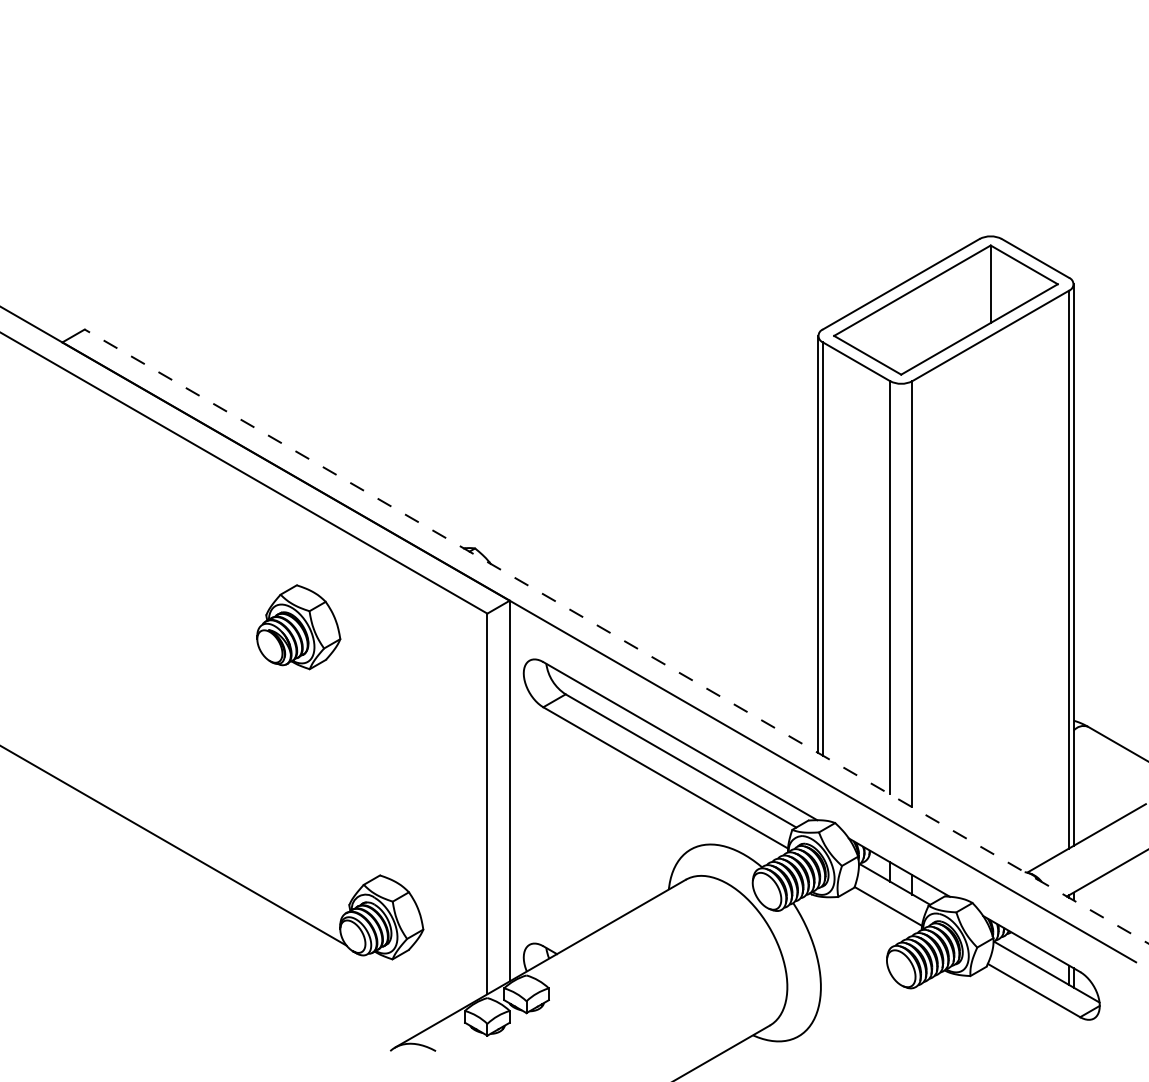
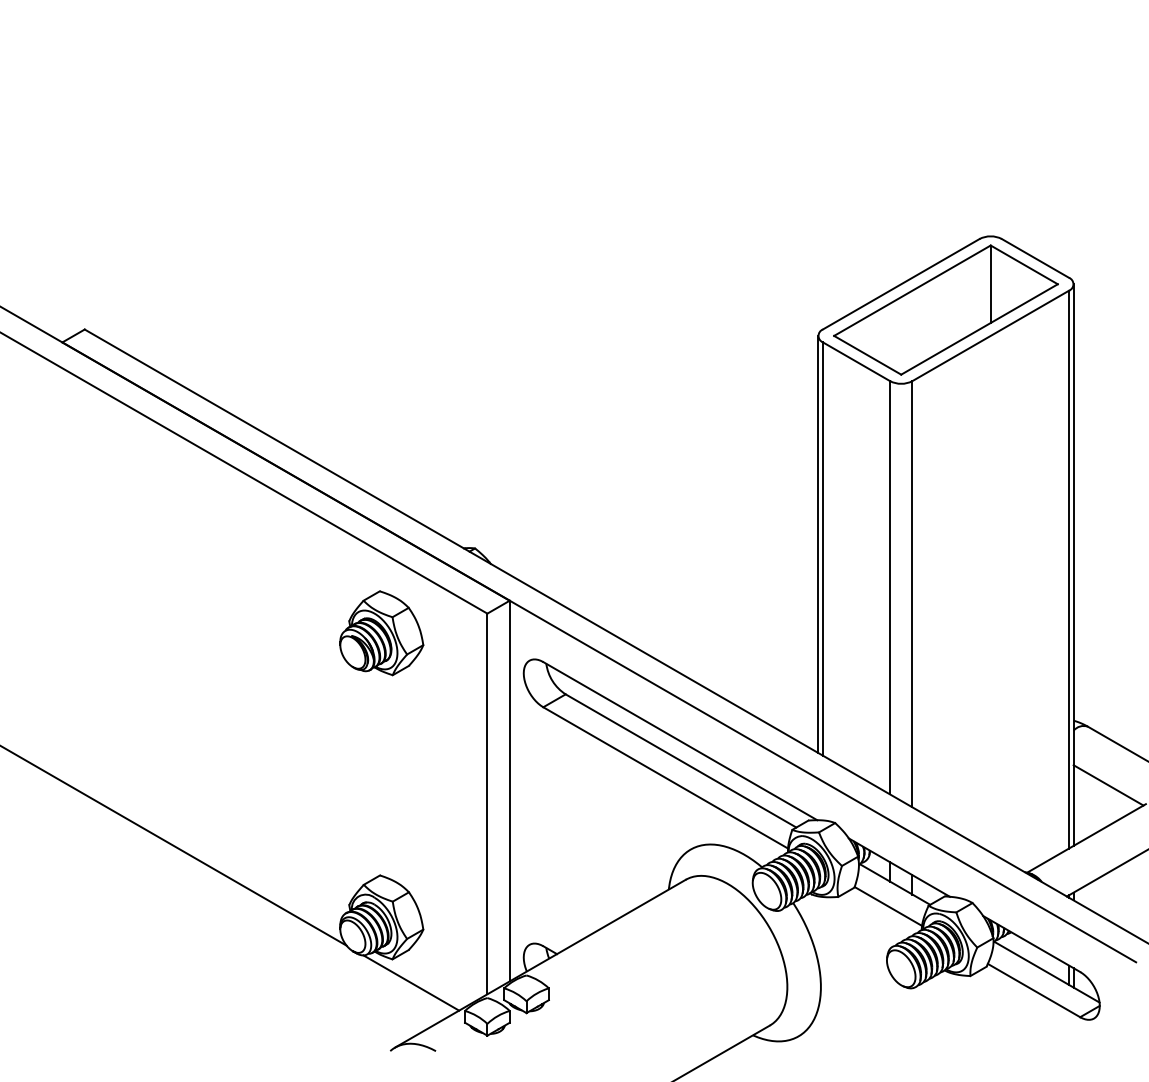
part at (298, 627) position: (298, 627) -> (381, 633)
line at (616, 636): dashed -> solid
line at (1108, 785): none -> present
line at (411, 982): none -> present
